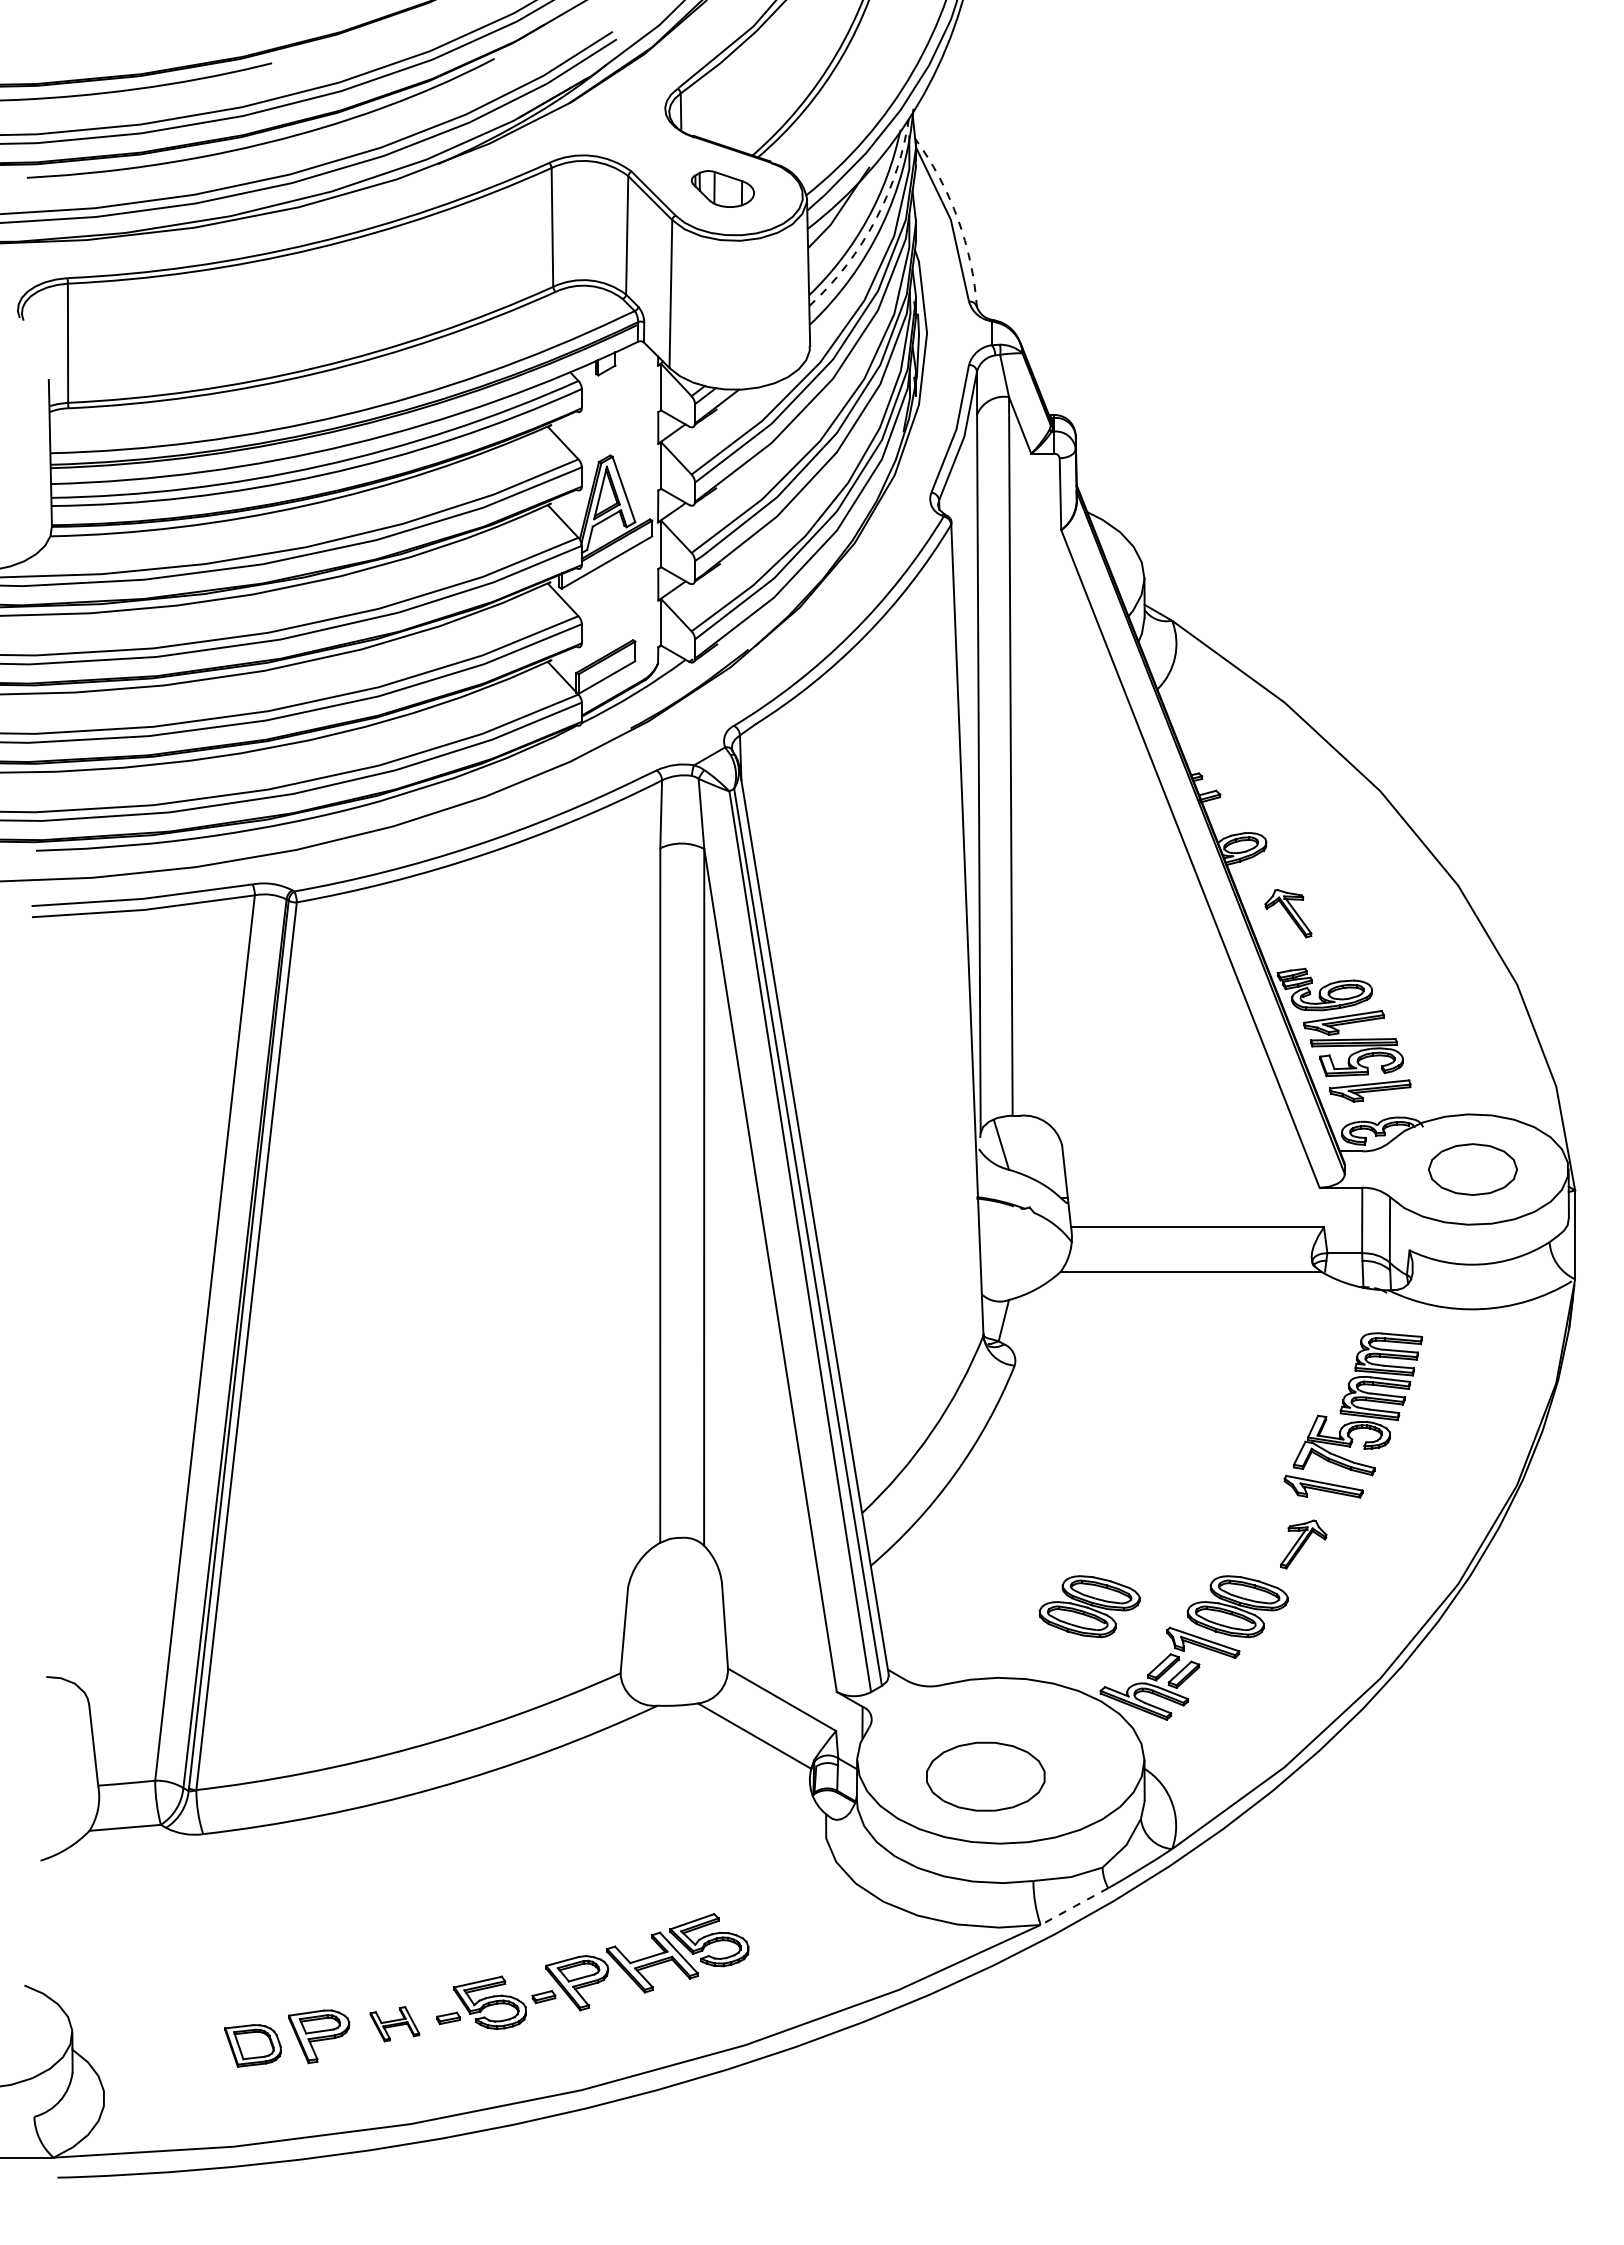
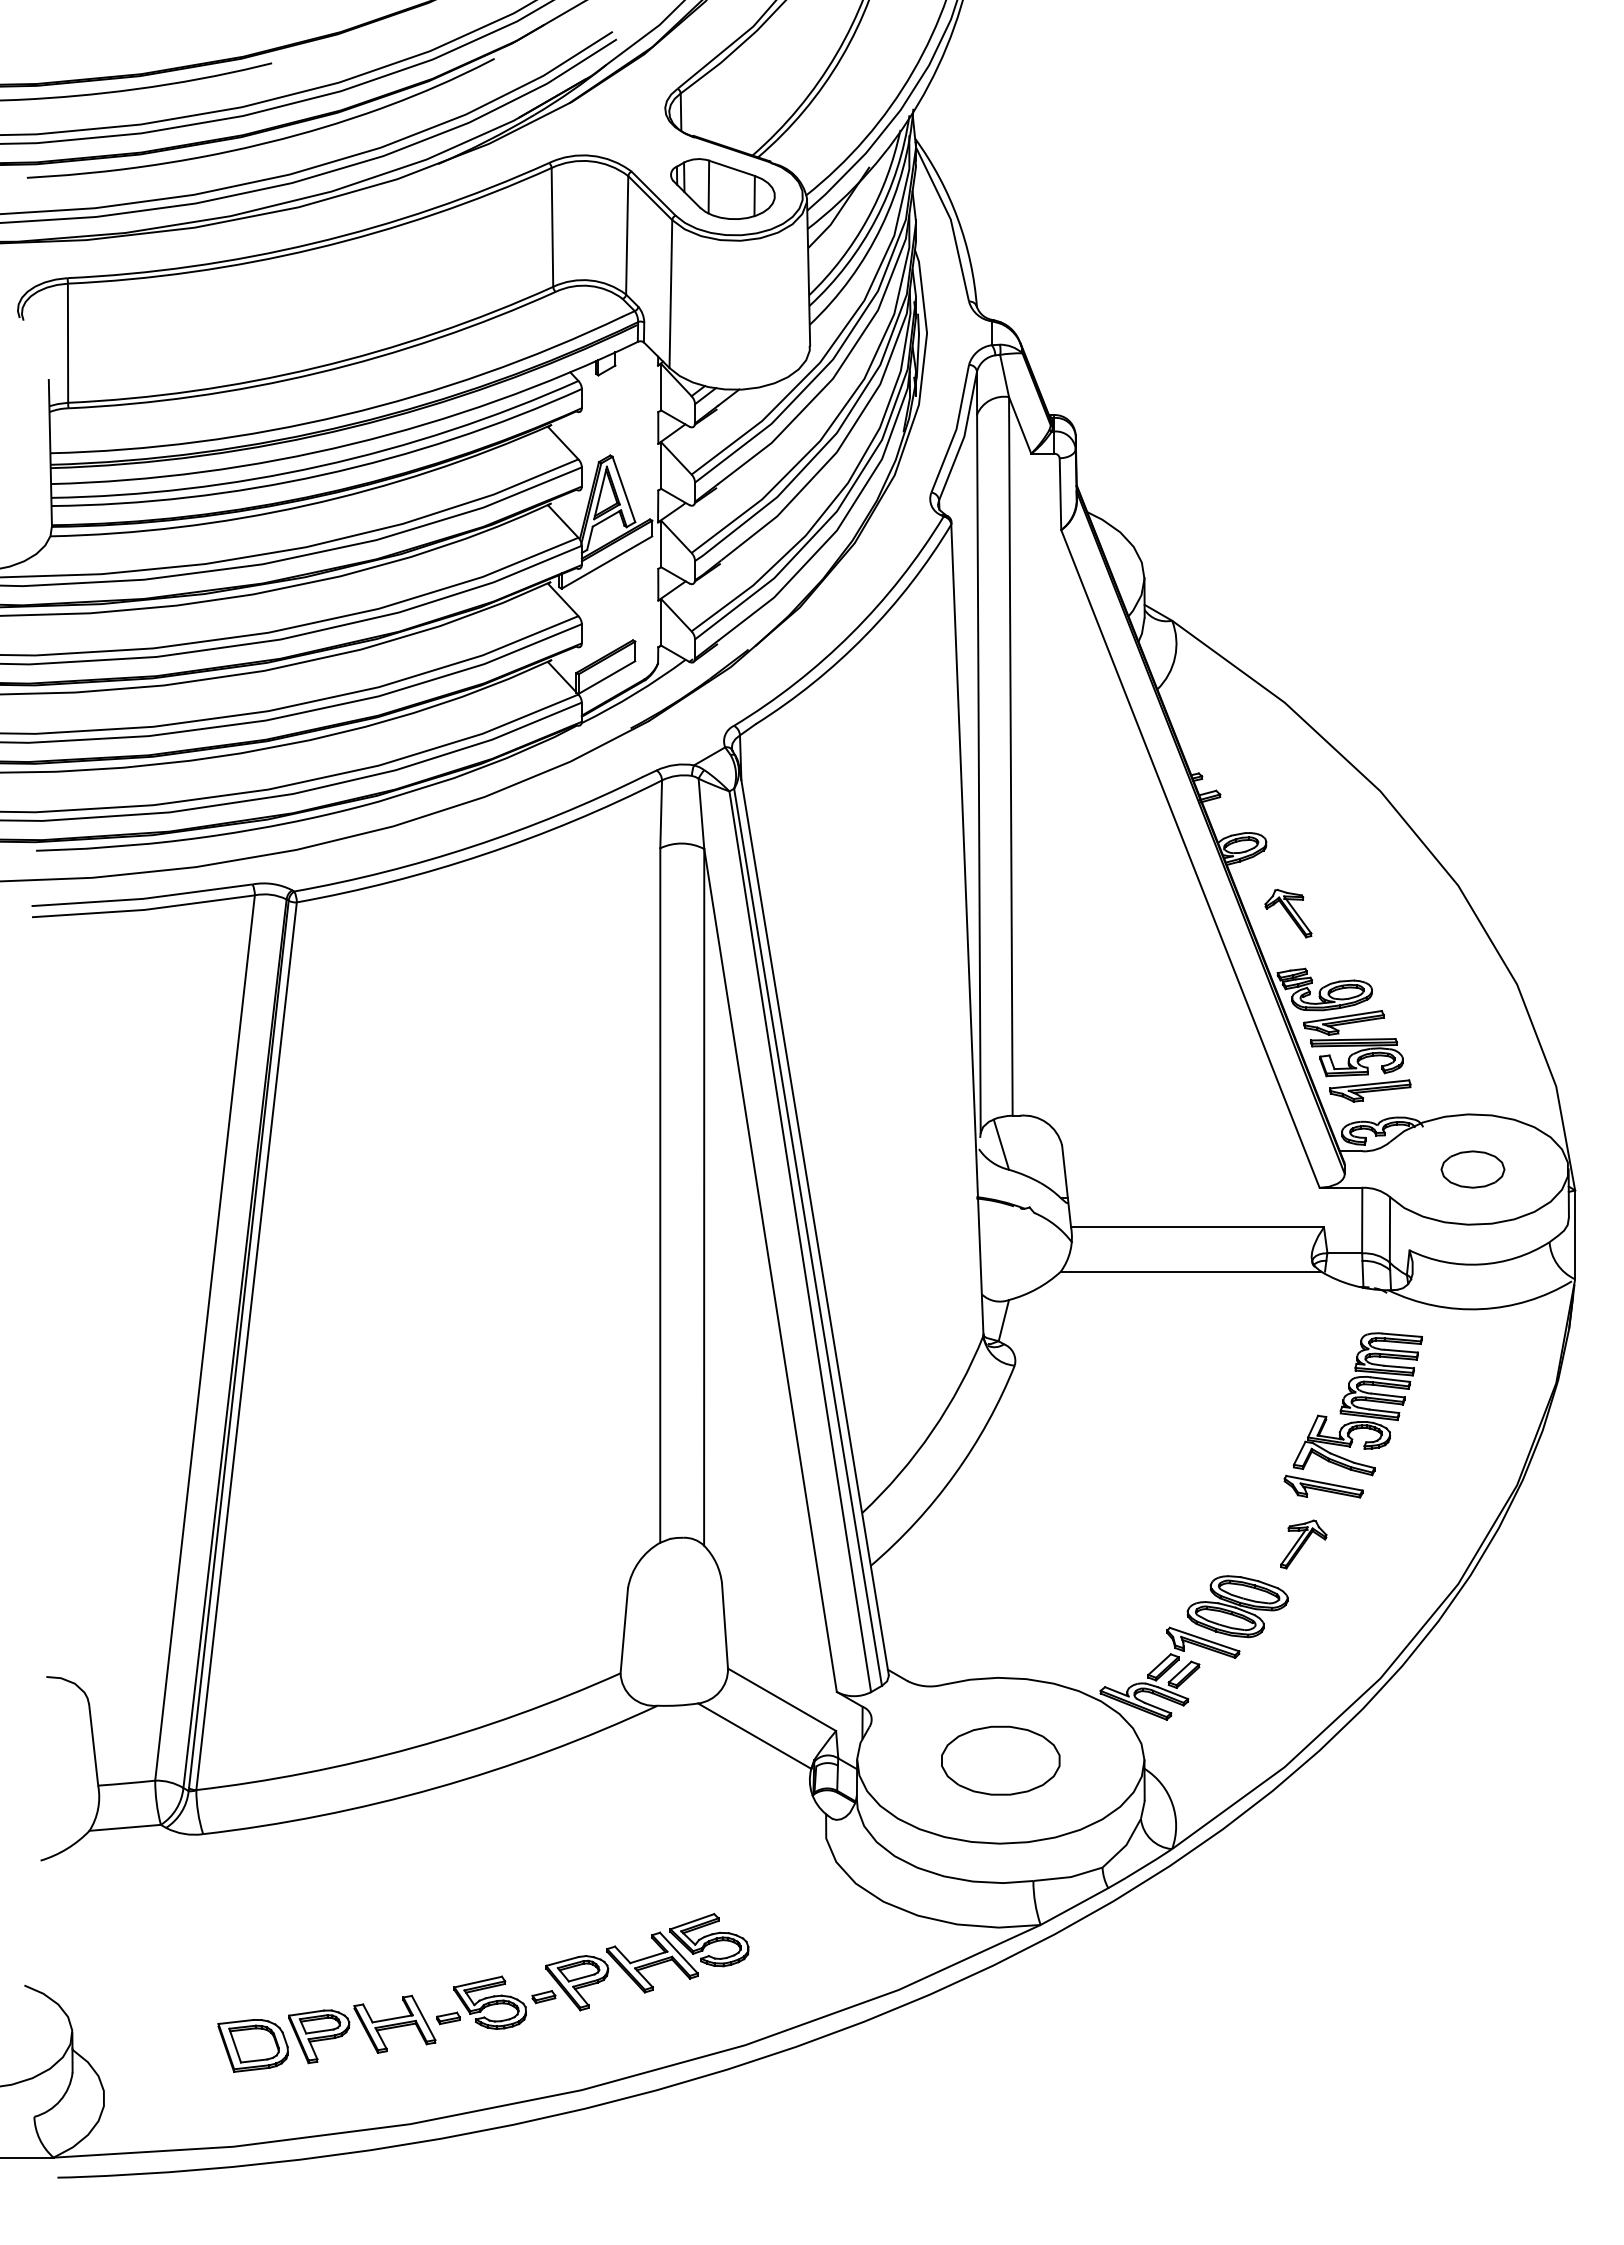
part at (722, 188) size: 65x38 px -> 106x62 px
arc at (957, 218): dashed -> solid
arc at (875, 219): dashed -> solid
part at (1472, 1169) size: 90x53 px -> 66x39 px
part at (1089, 1606): present -> none
part at (985, 1776) position: (985, 1776) -> (1000, 1760)
line at (1074, 1906): dashed -> solid
part at (394, 2024) size: 52x37 px -> 84x60 px
part at (252, 2045) size: 58x44 px -> 72x54 px
